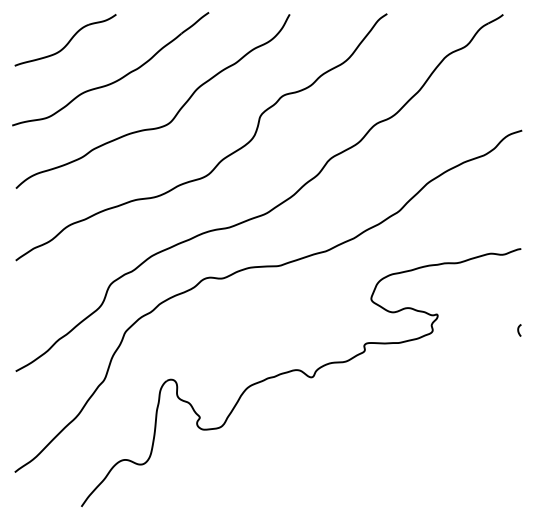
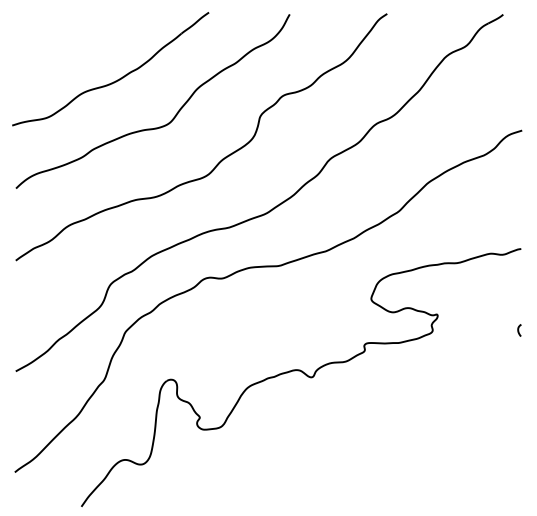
part at (65, 40): present -> none
